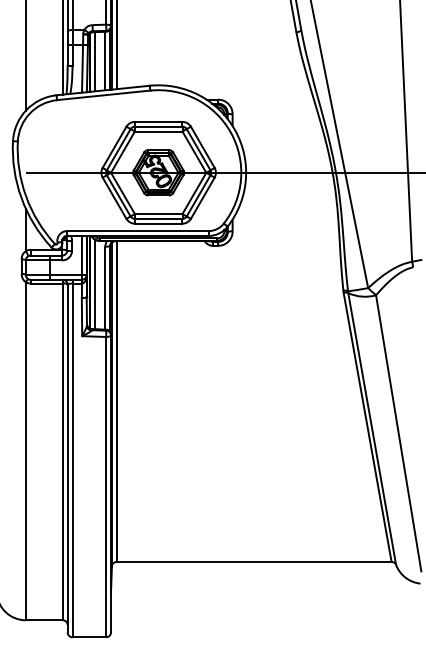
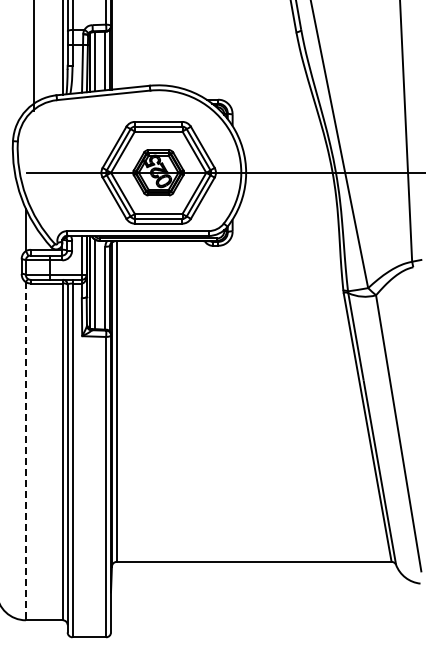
line at (116, 45): present -> none
line at (25, 56) position: (25, 56) -> (33, 56)
line at (25, 451): solid -> dashed
